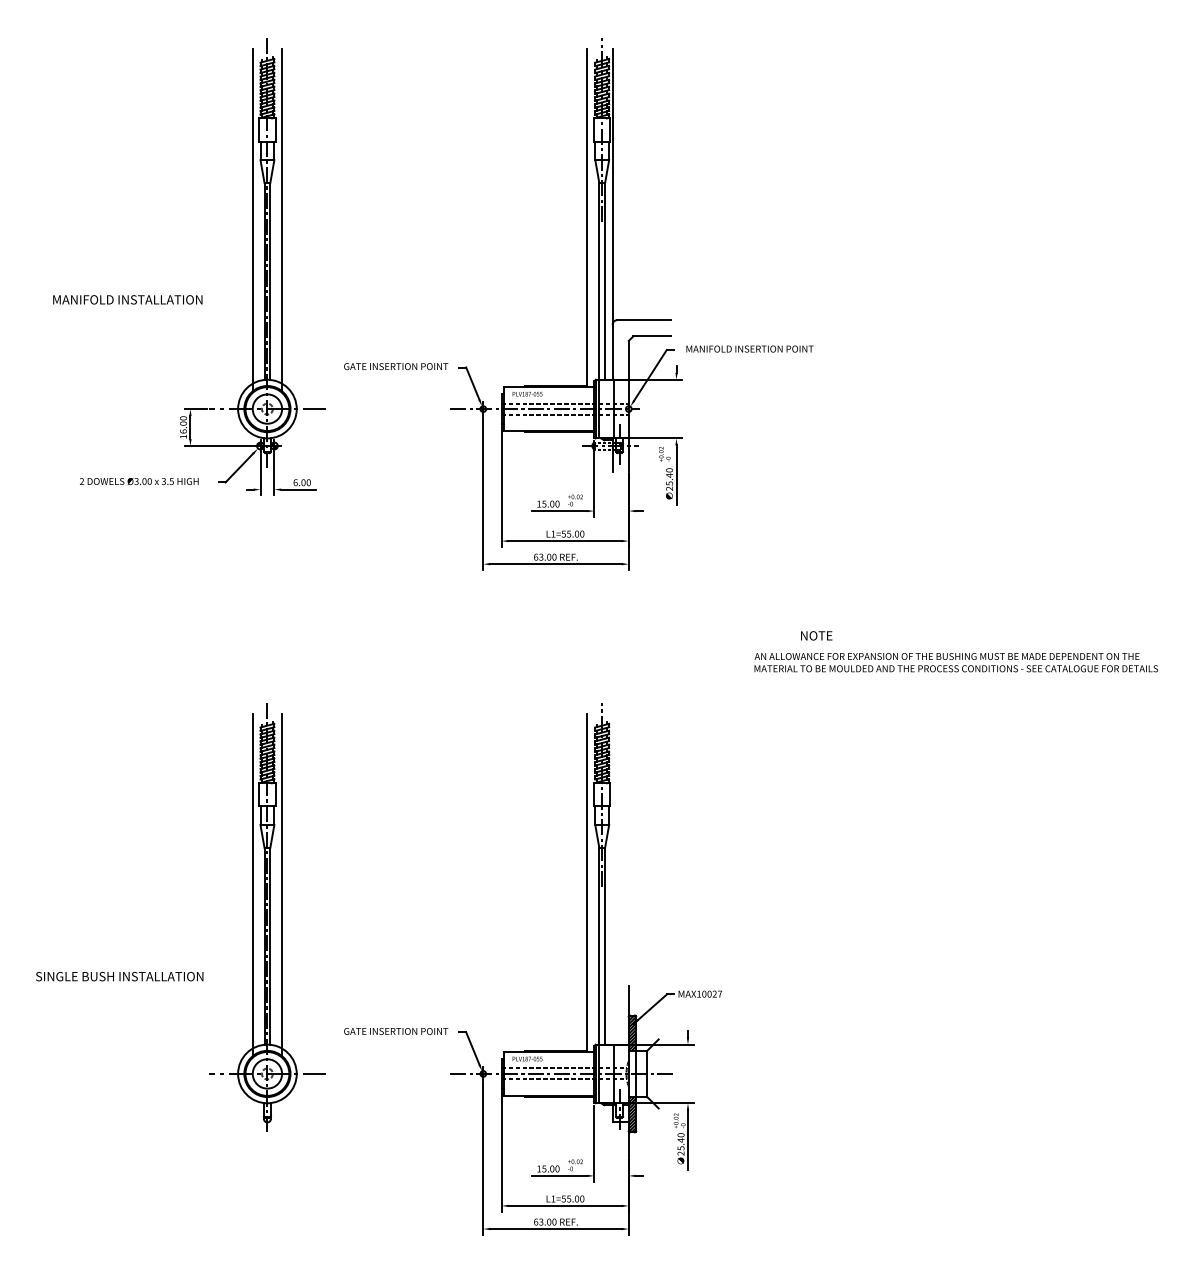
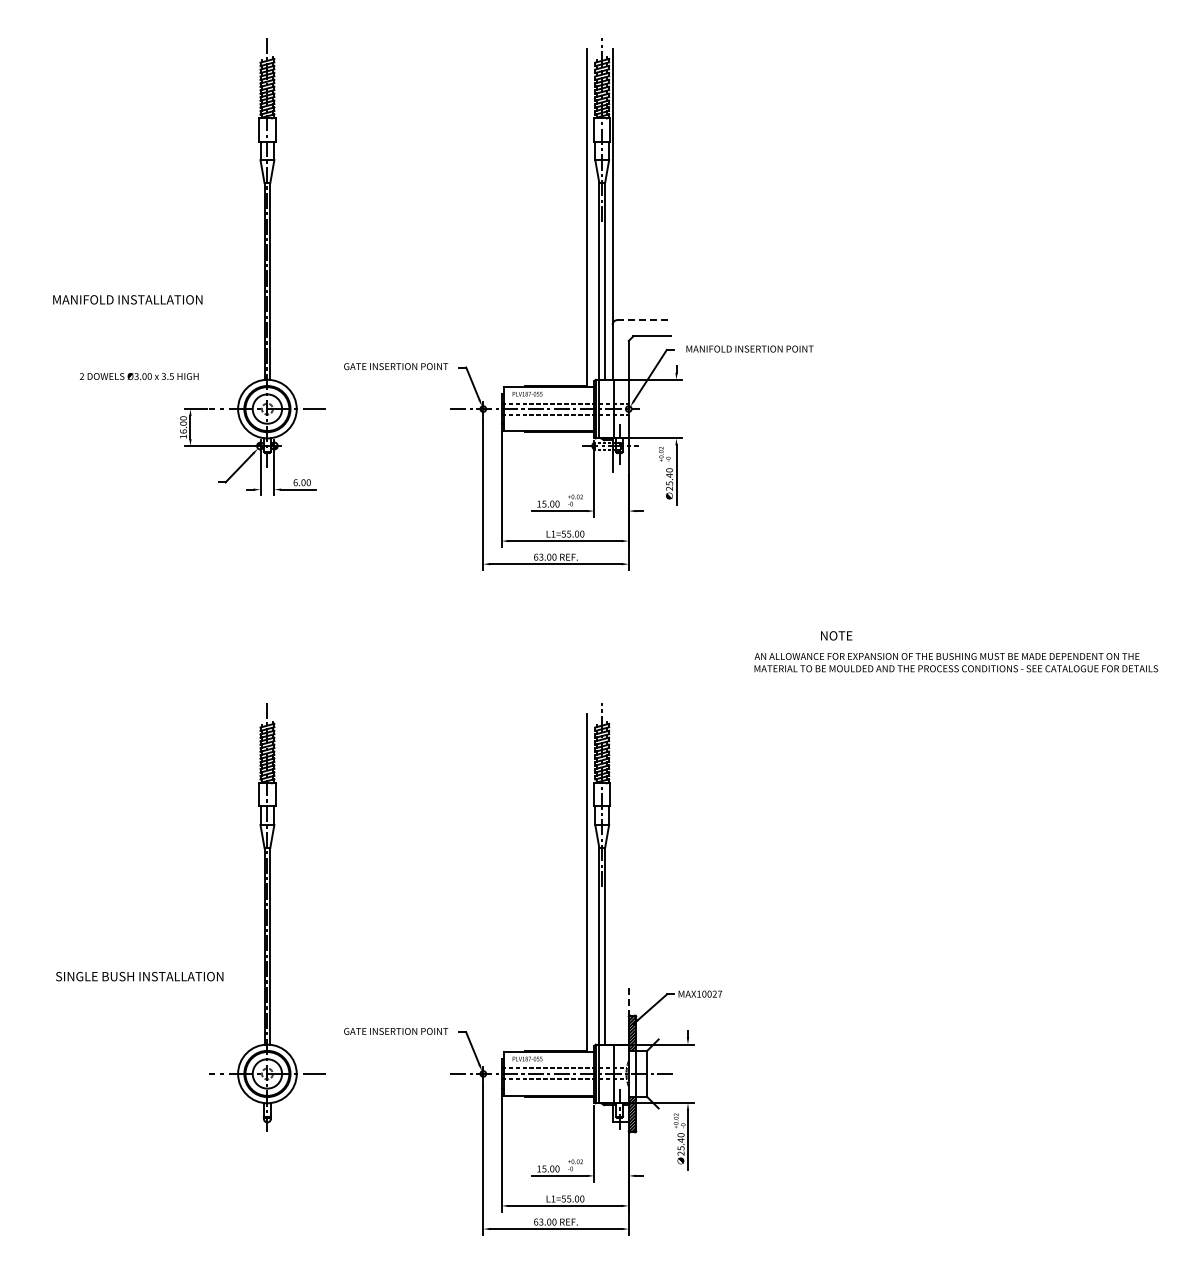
line at (253, 219): present -> none
line at (281, 219): present -> none
line at (644, 320): solid -> dashed
text at (139, 481) position: (139, 481) -> (139, 376)
text at (816, 635) position: (816, 635) -> (836, 635)
line at (253, 884): present -> none
line at (281, 884): present -> none
text at (119, 976) position: (119, 976) -> (139, 976)
line at (628, 1001): solid -> dashed
